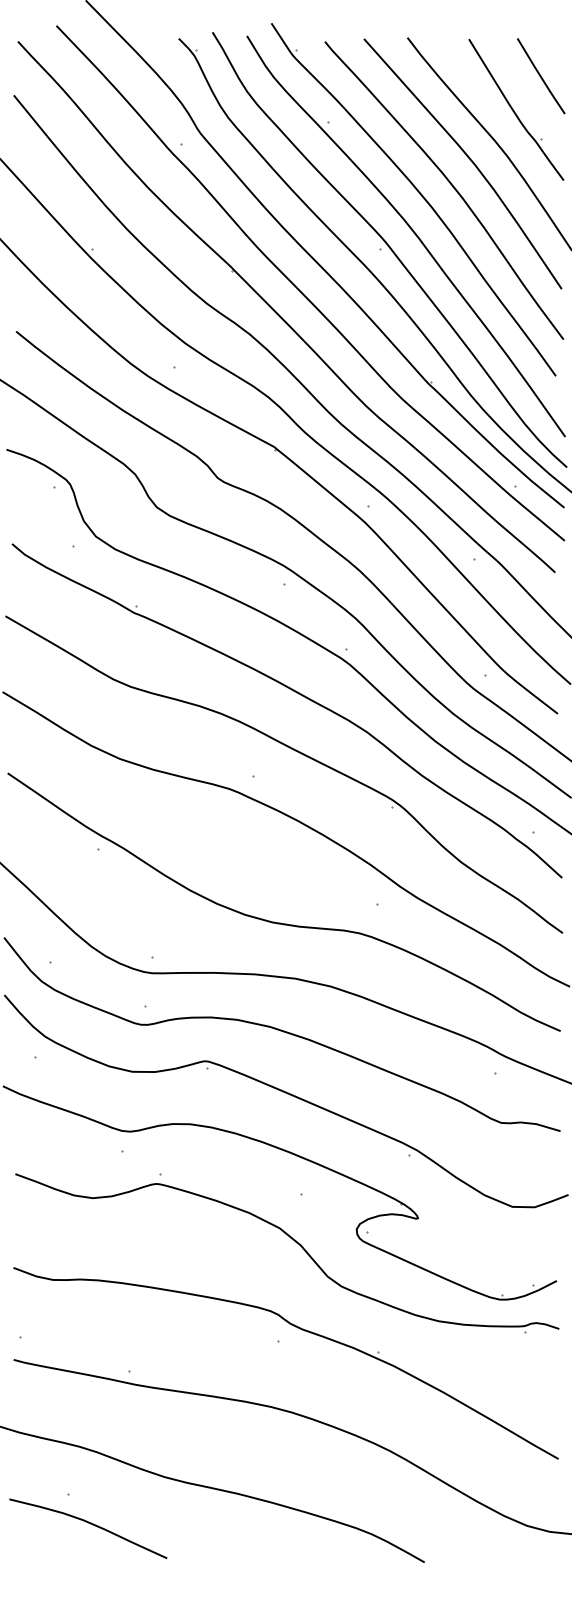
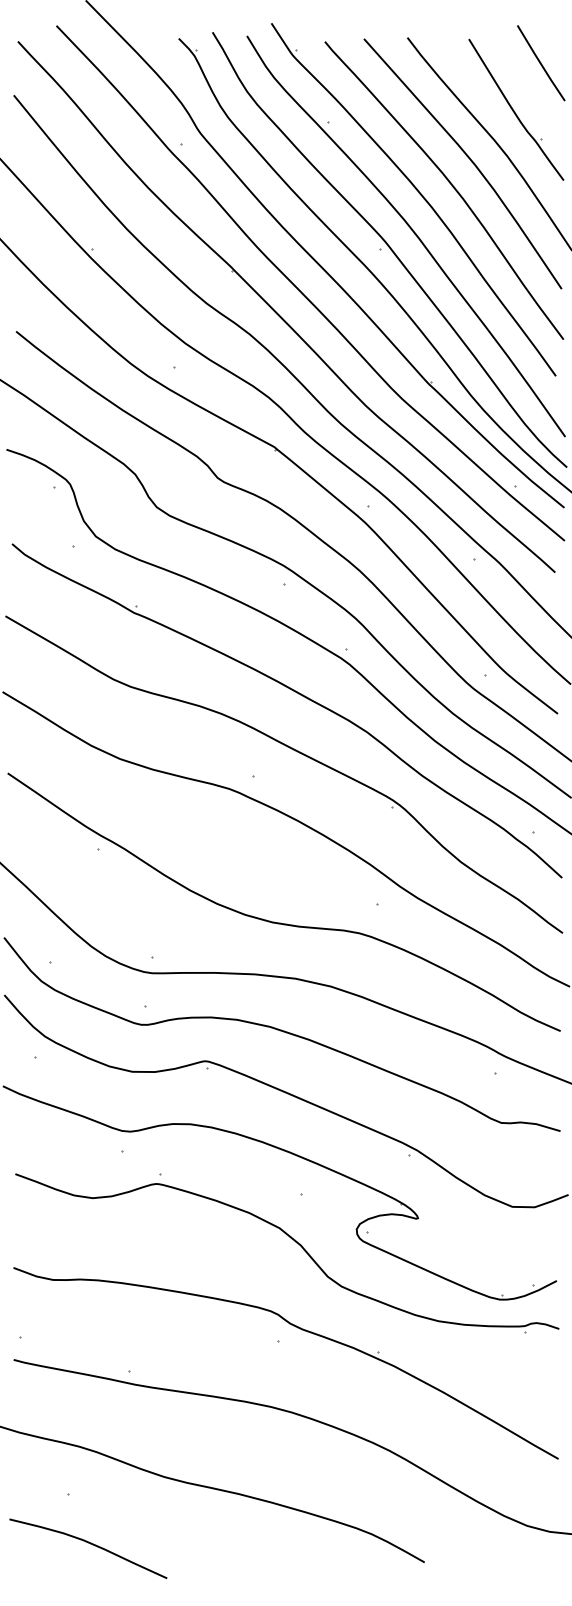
line at (541, 76) position: (541, 76) -> (541, 63)
curve at (90, 1524) position: (90, 1524) -> (90, 1544)
